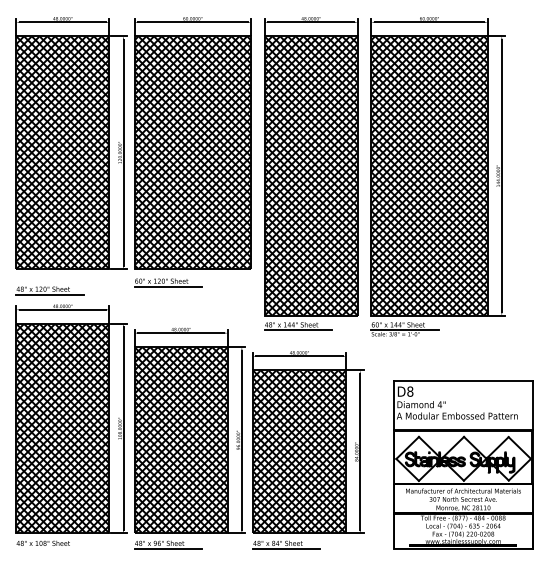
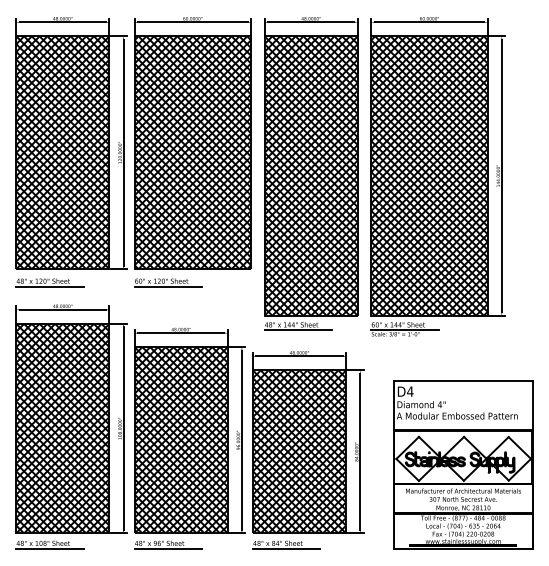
part at (49, 290) position: (49, 290) -> (49, 282)
text at (410, 391): D8 -> D4
line at (49, 549): none -> present
